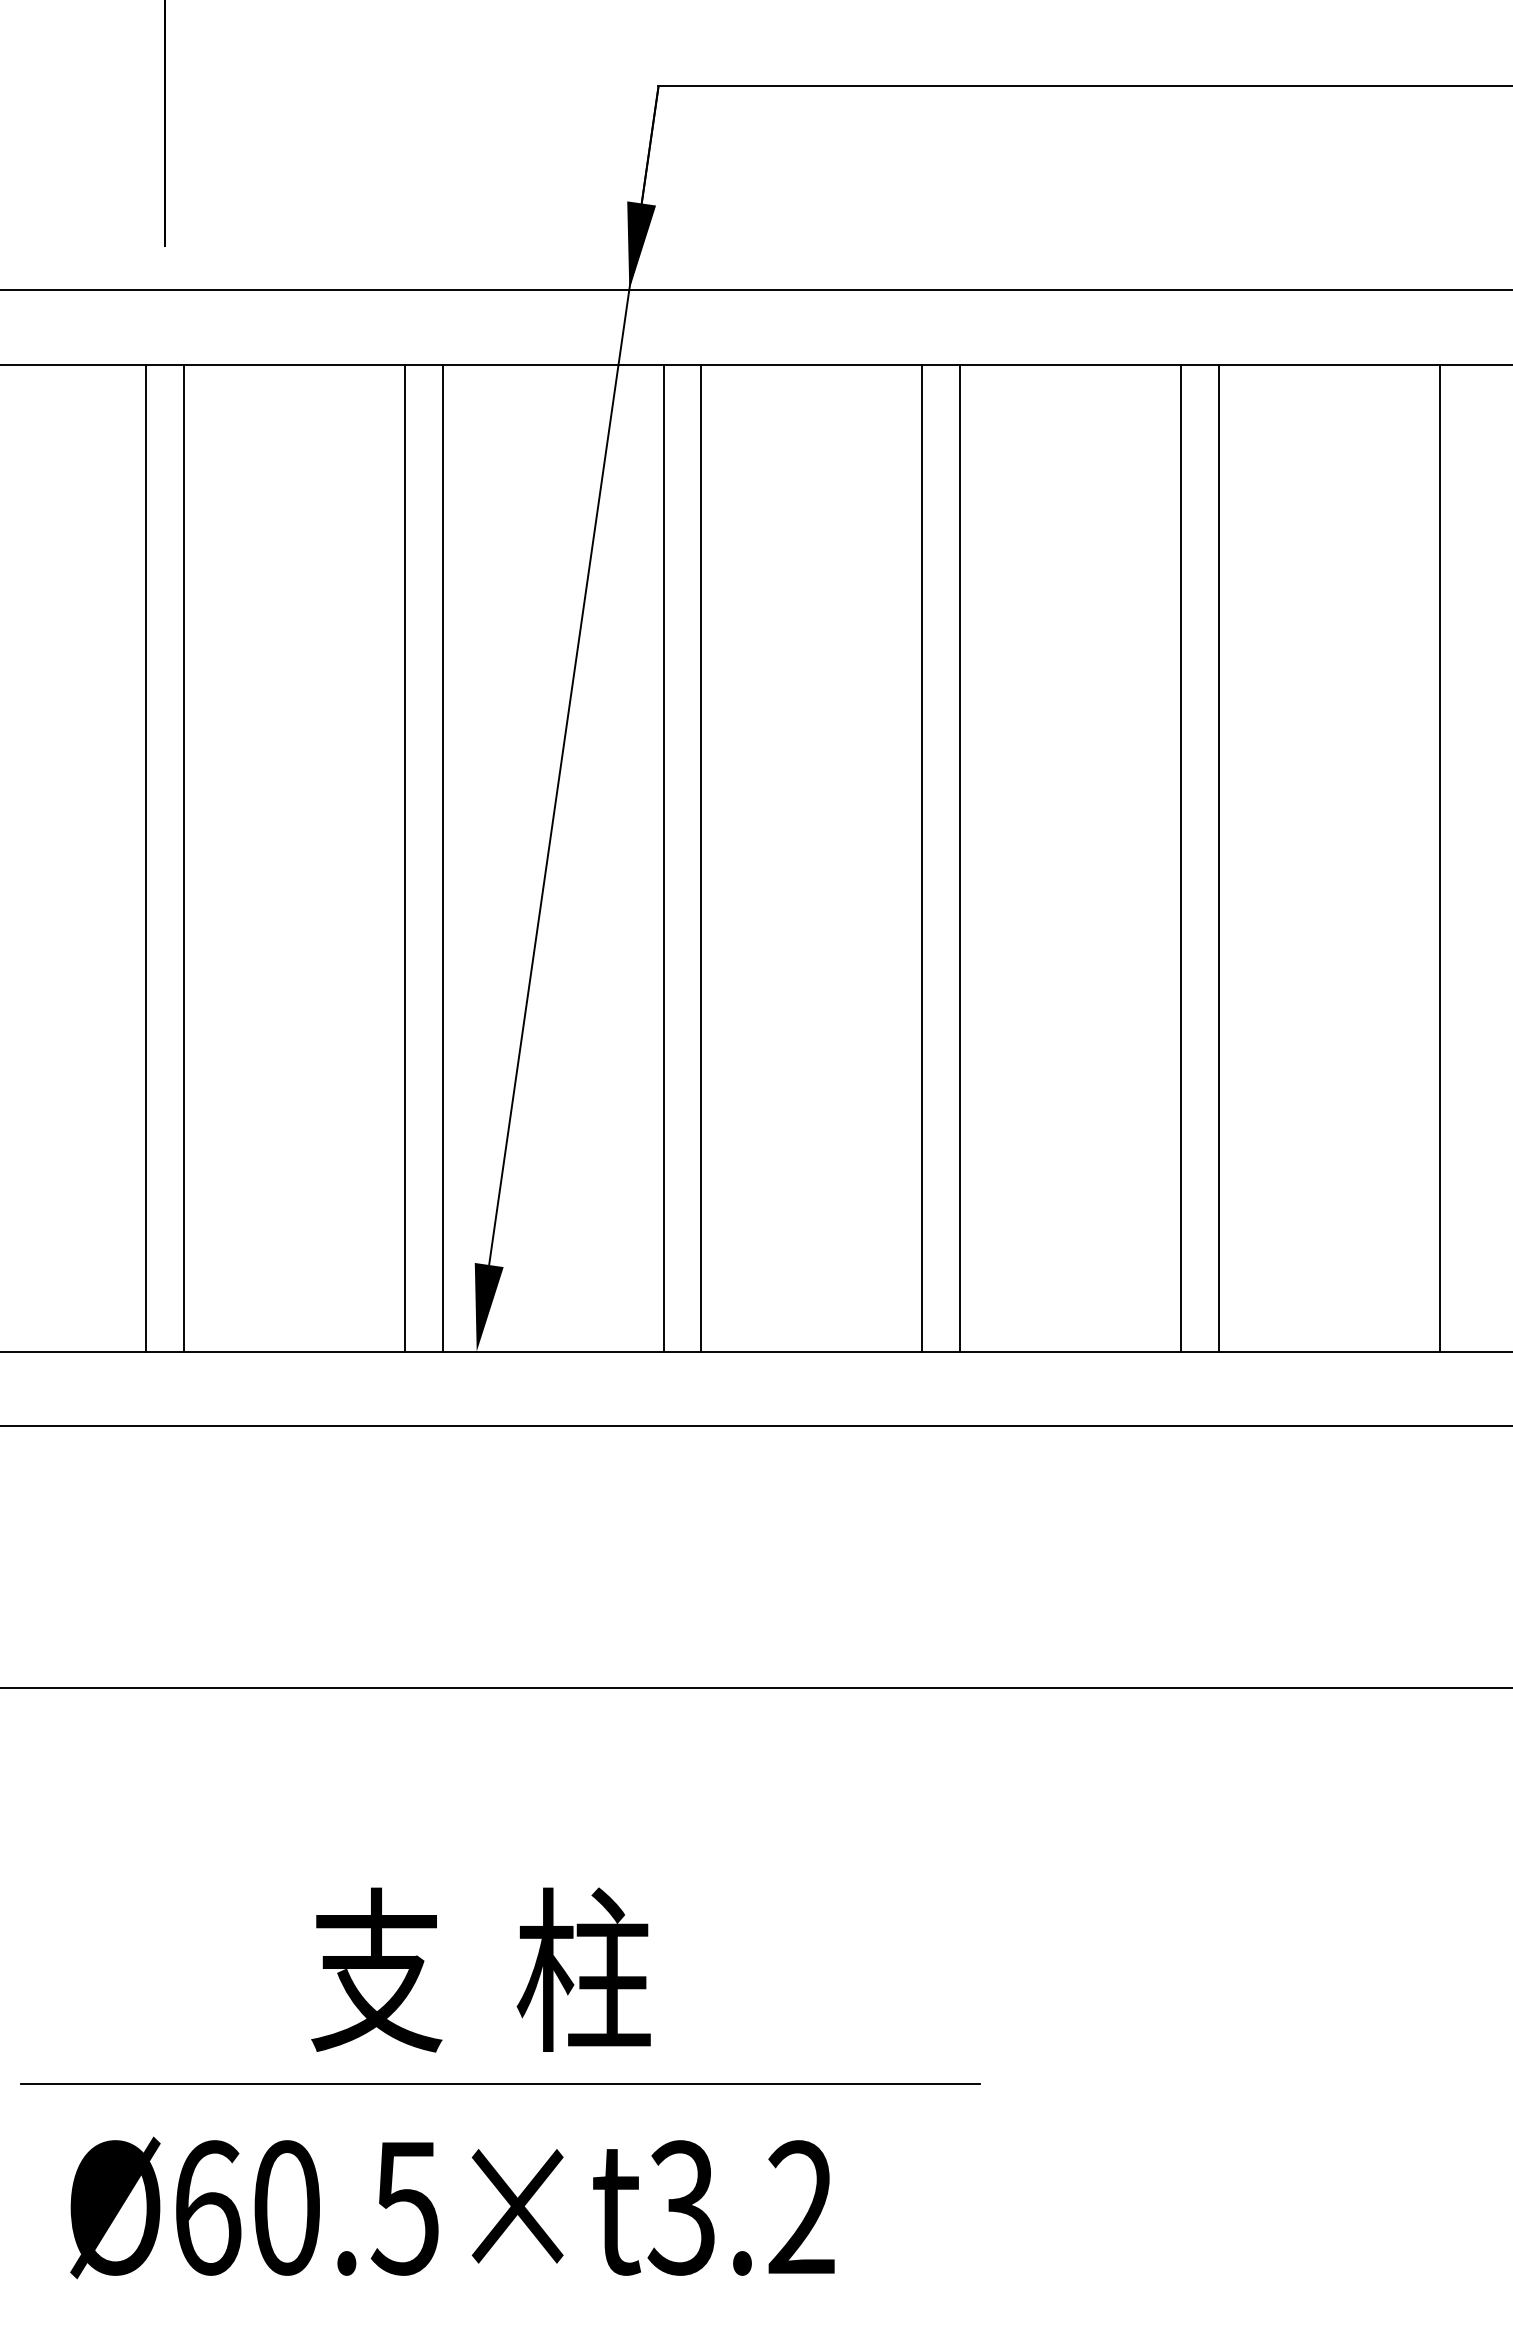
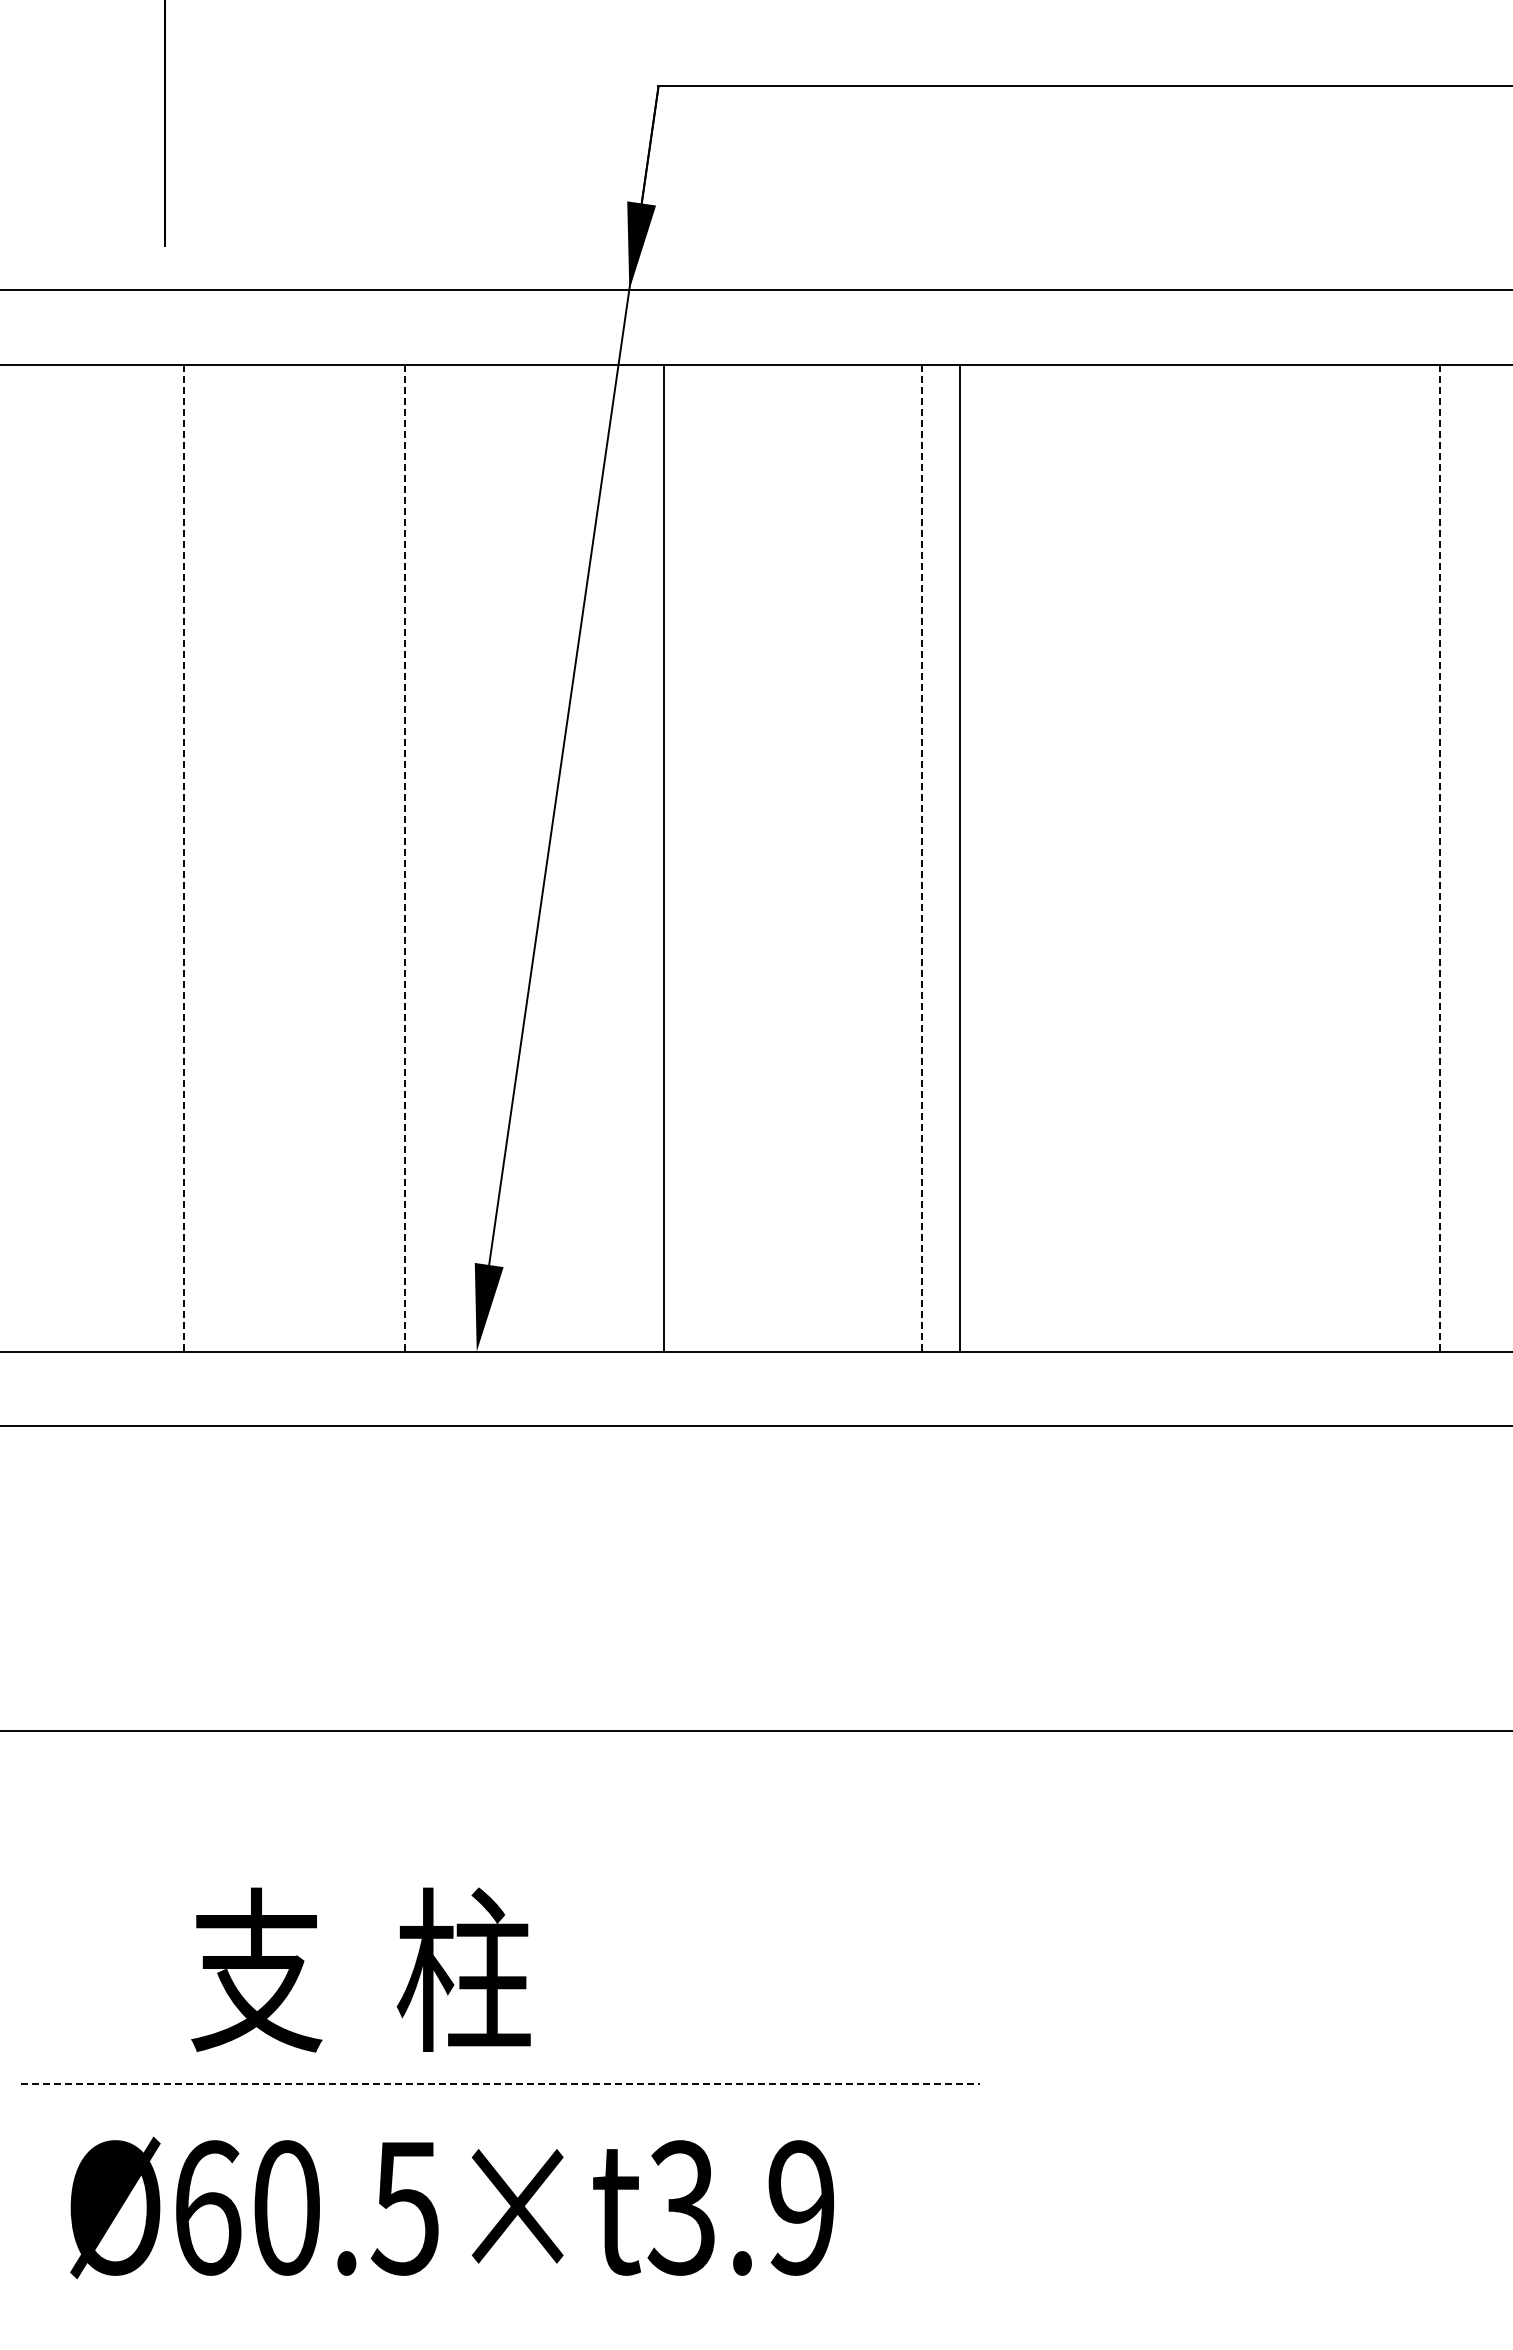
line at (146, 857): present -> none
line at (442, 857): present -> none
line at (701, 857): present -> none
line at (1180, 857): present -> none
line at (1218, 857): present -> none
line at (184, 858): solid -> dashed
line at (404, 858): solid -> dashed
line at (922, 858): solid -> dashed
line at (1439, 858): solid -> dashed
line at (755, 1688) position: (755, 1688) -> (755, 1731)
text at (480, 1969) position: (480, 1969) -> (360, 1969)
line at (500, 2083): solid -> dashed
text at (801, 2207): Ø60.5×t3.2 -> Ø60.5×t3.9
